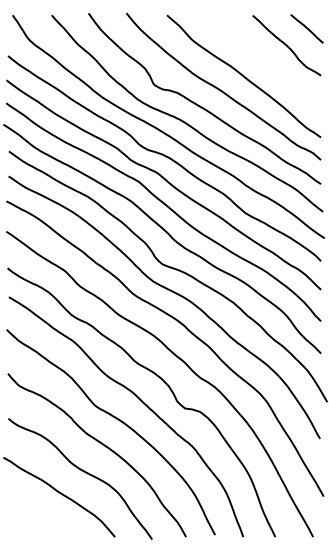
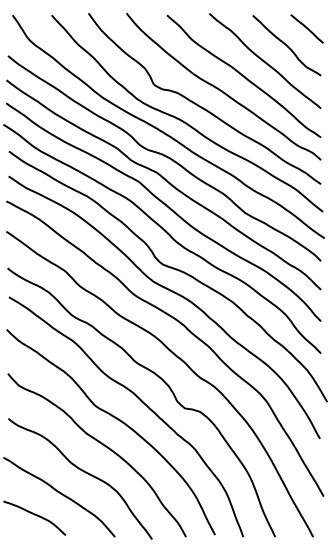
curve at (265, 61): none -> present
curve at (34, 515): none -> present
